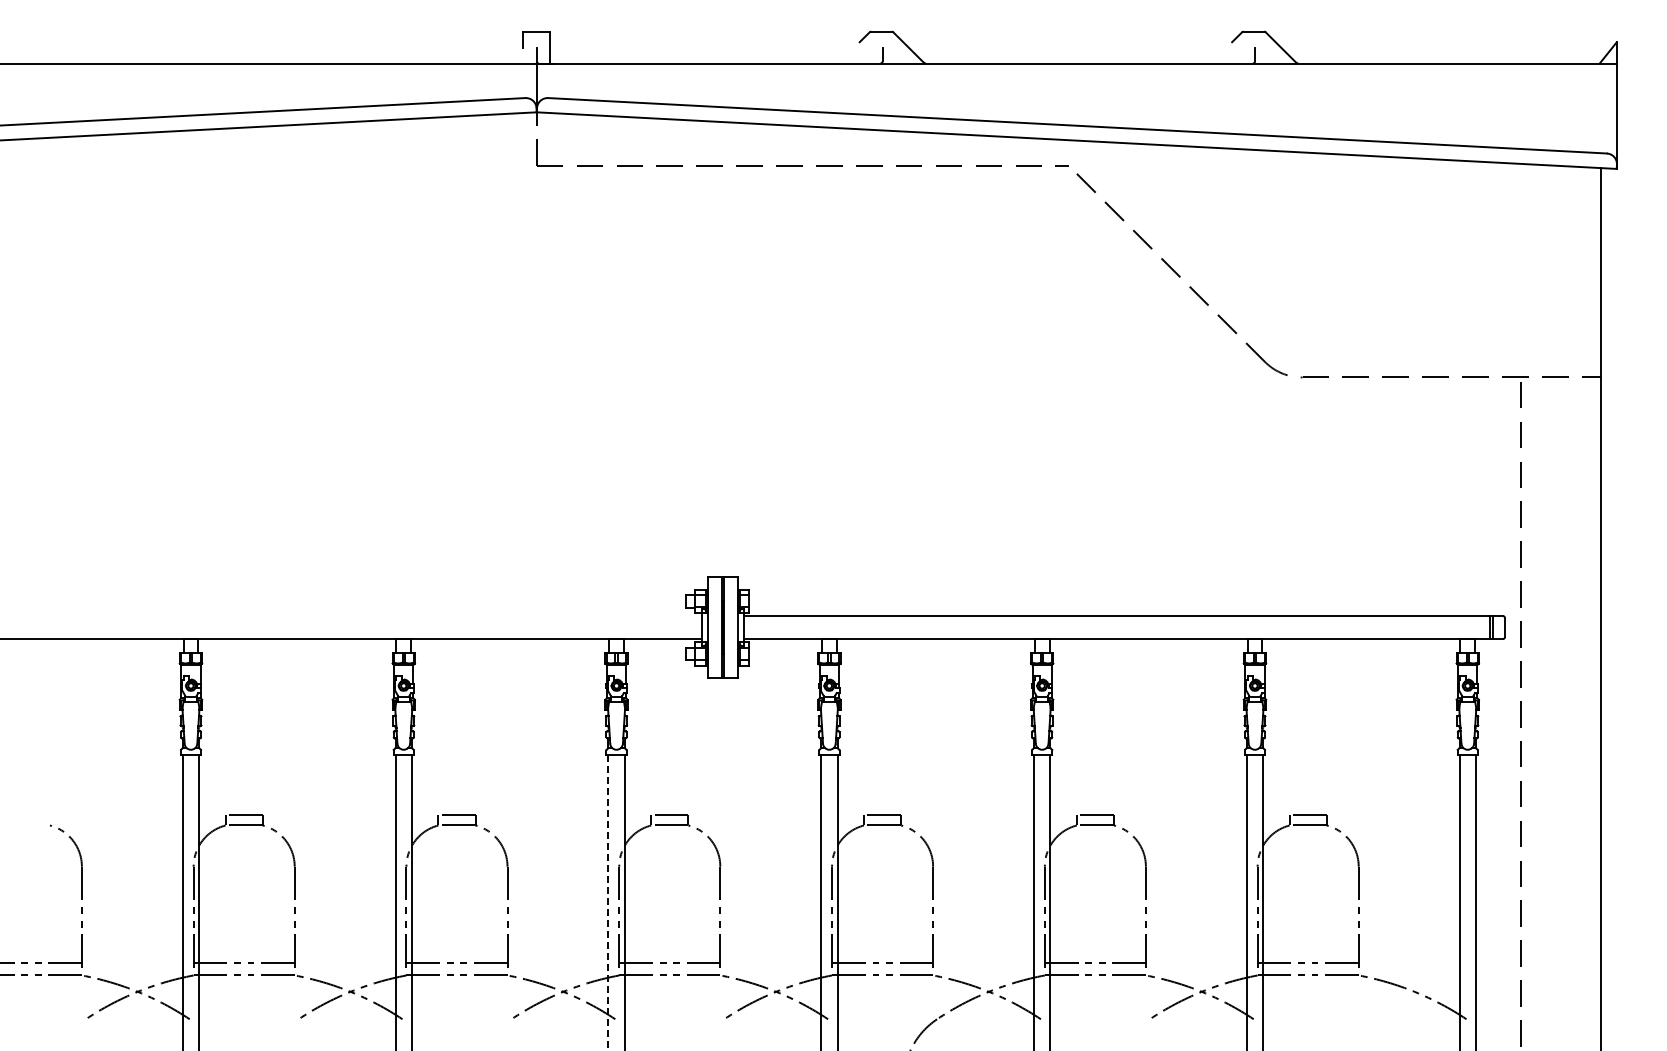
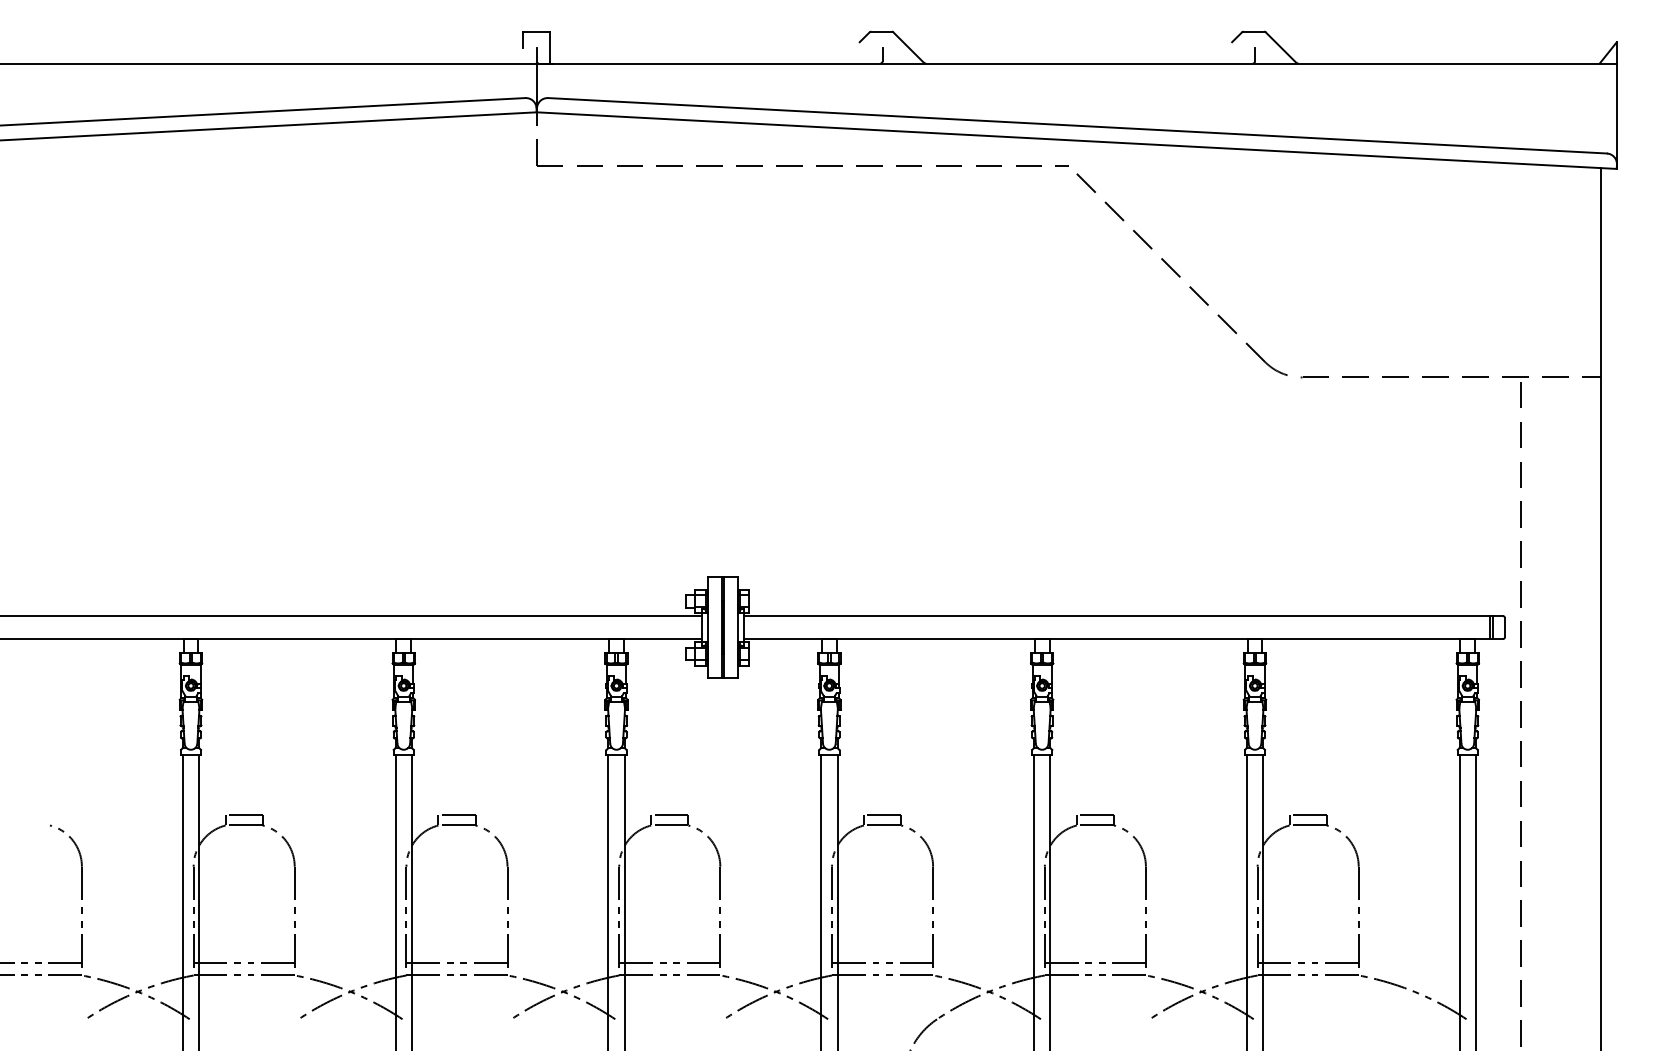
line at (351, 616): none -> present
line at (608, 902): dashed -> solid
